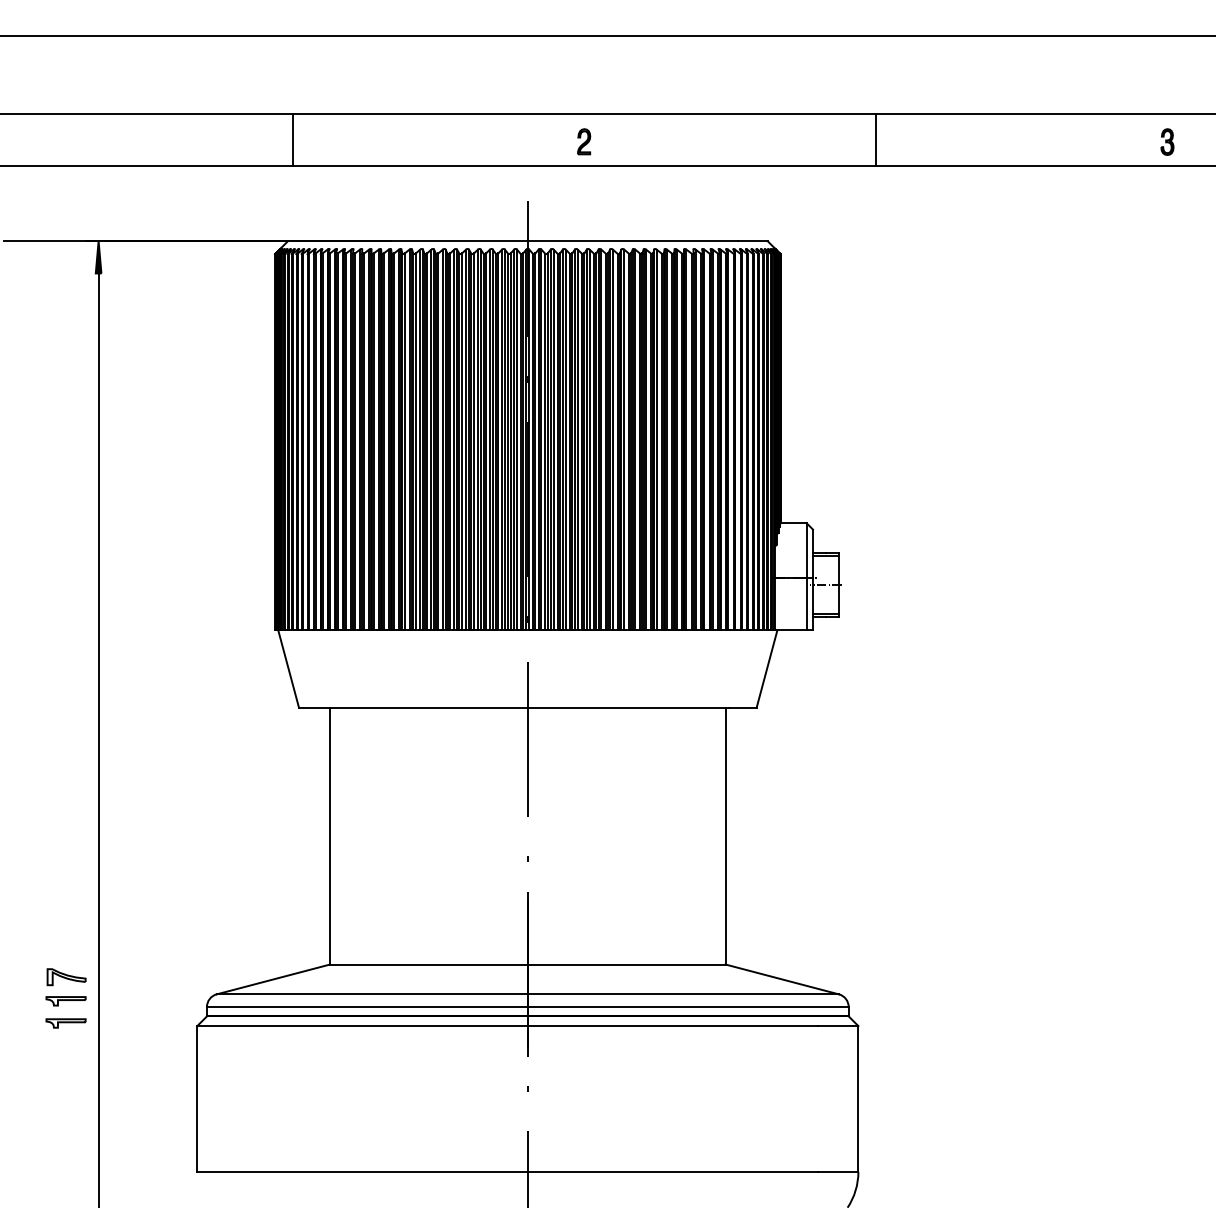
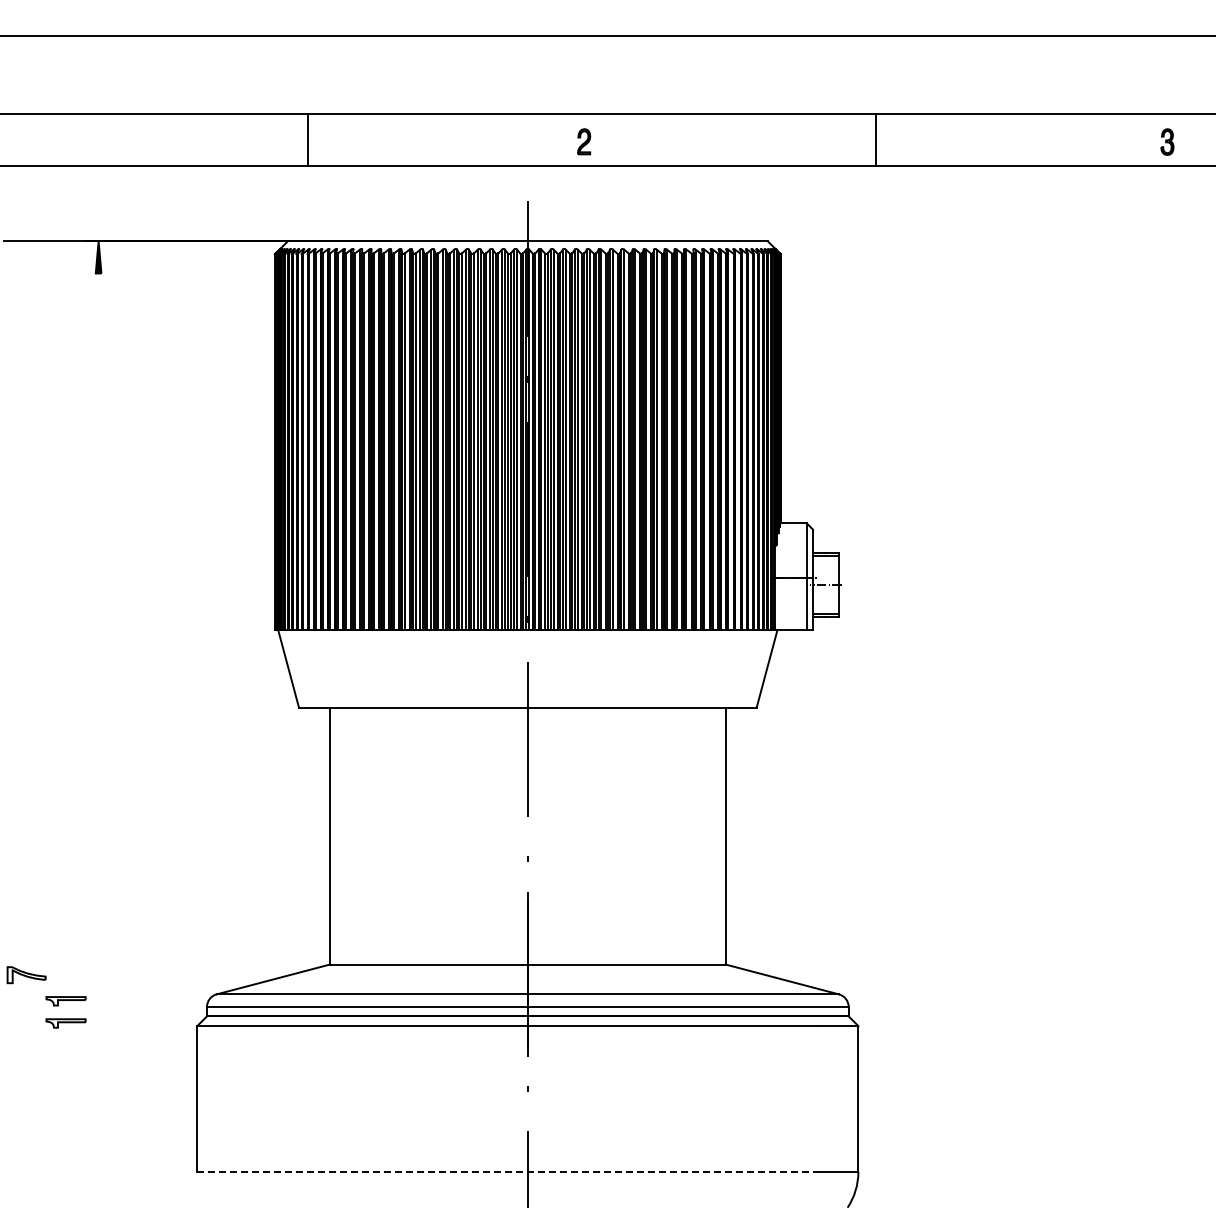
line at (292, 139) position: (292, 139) -> (307, 139)
line at (98, 738): present -> none
part at (66, 977) position: (66, 977) -> (26, 975)
line at (508, 1171): solid -> dashed
